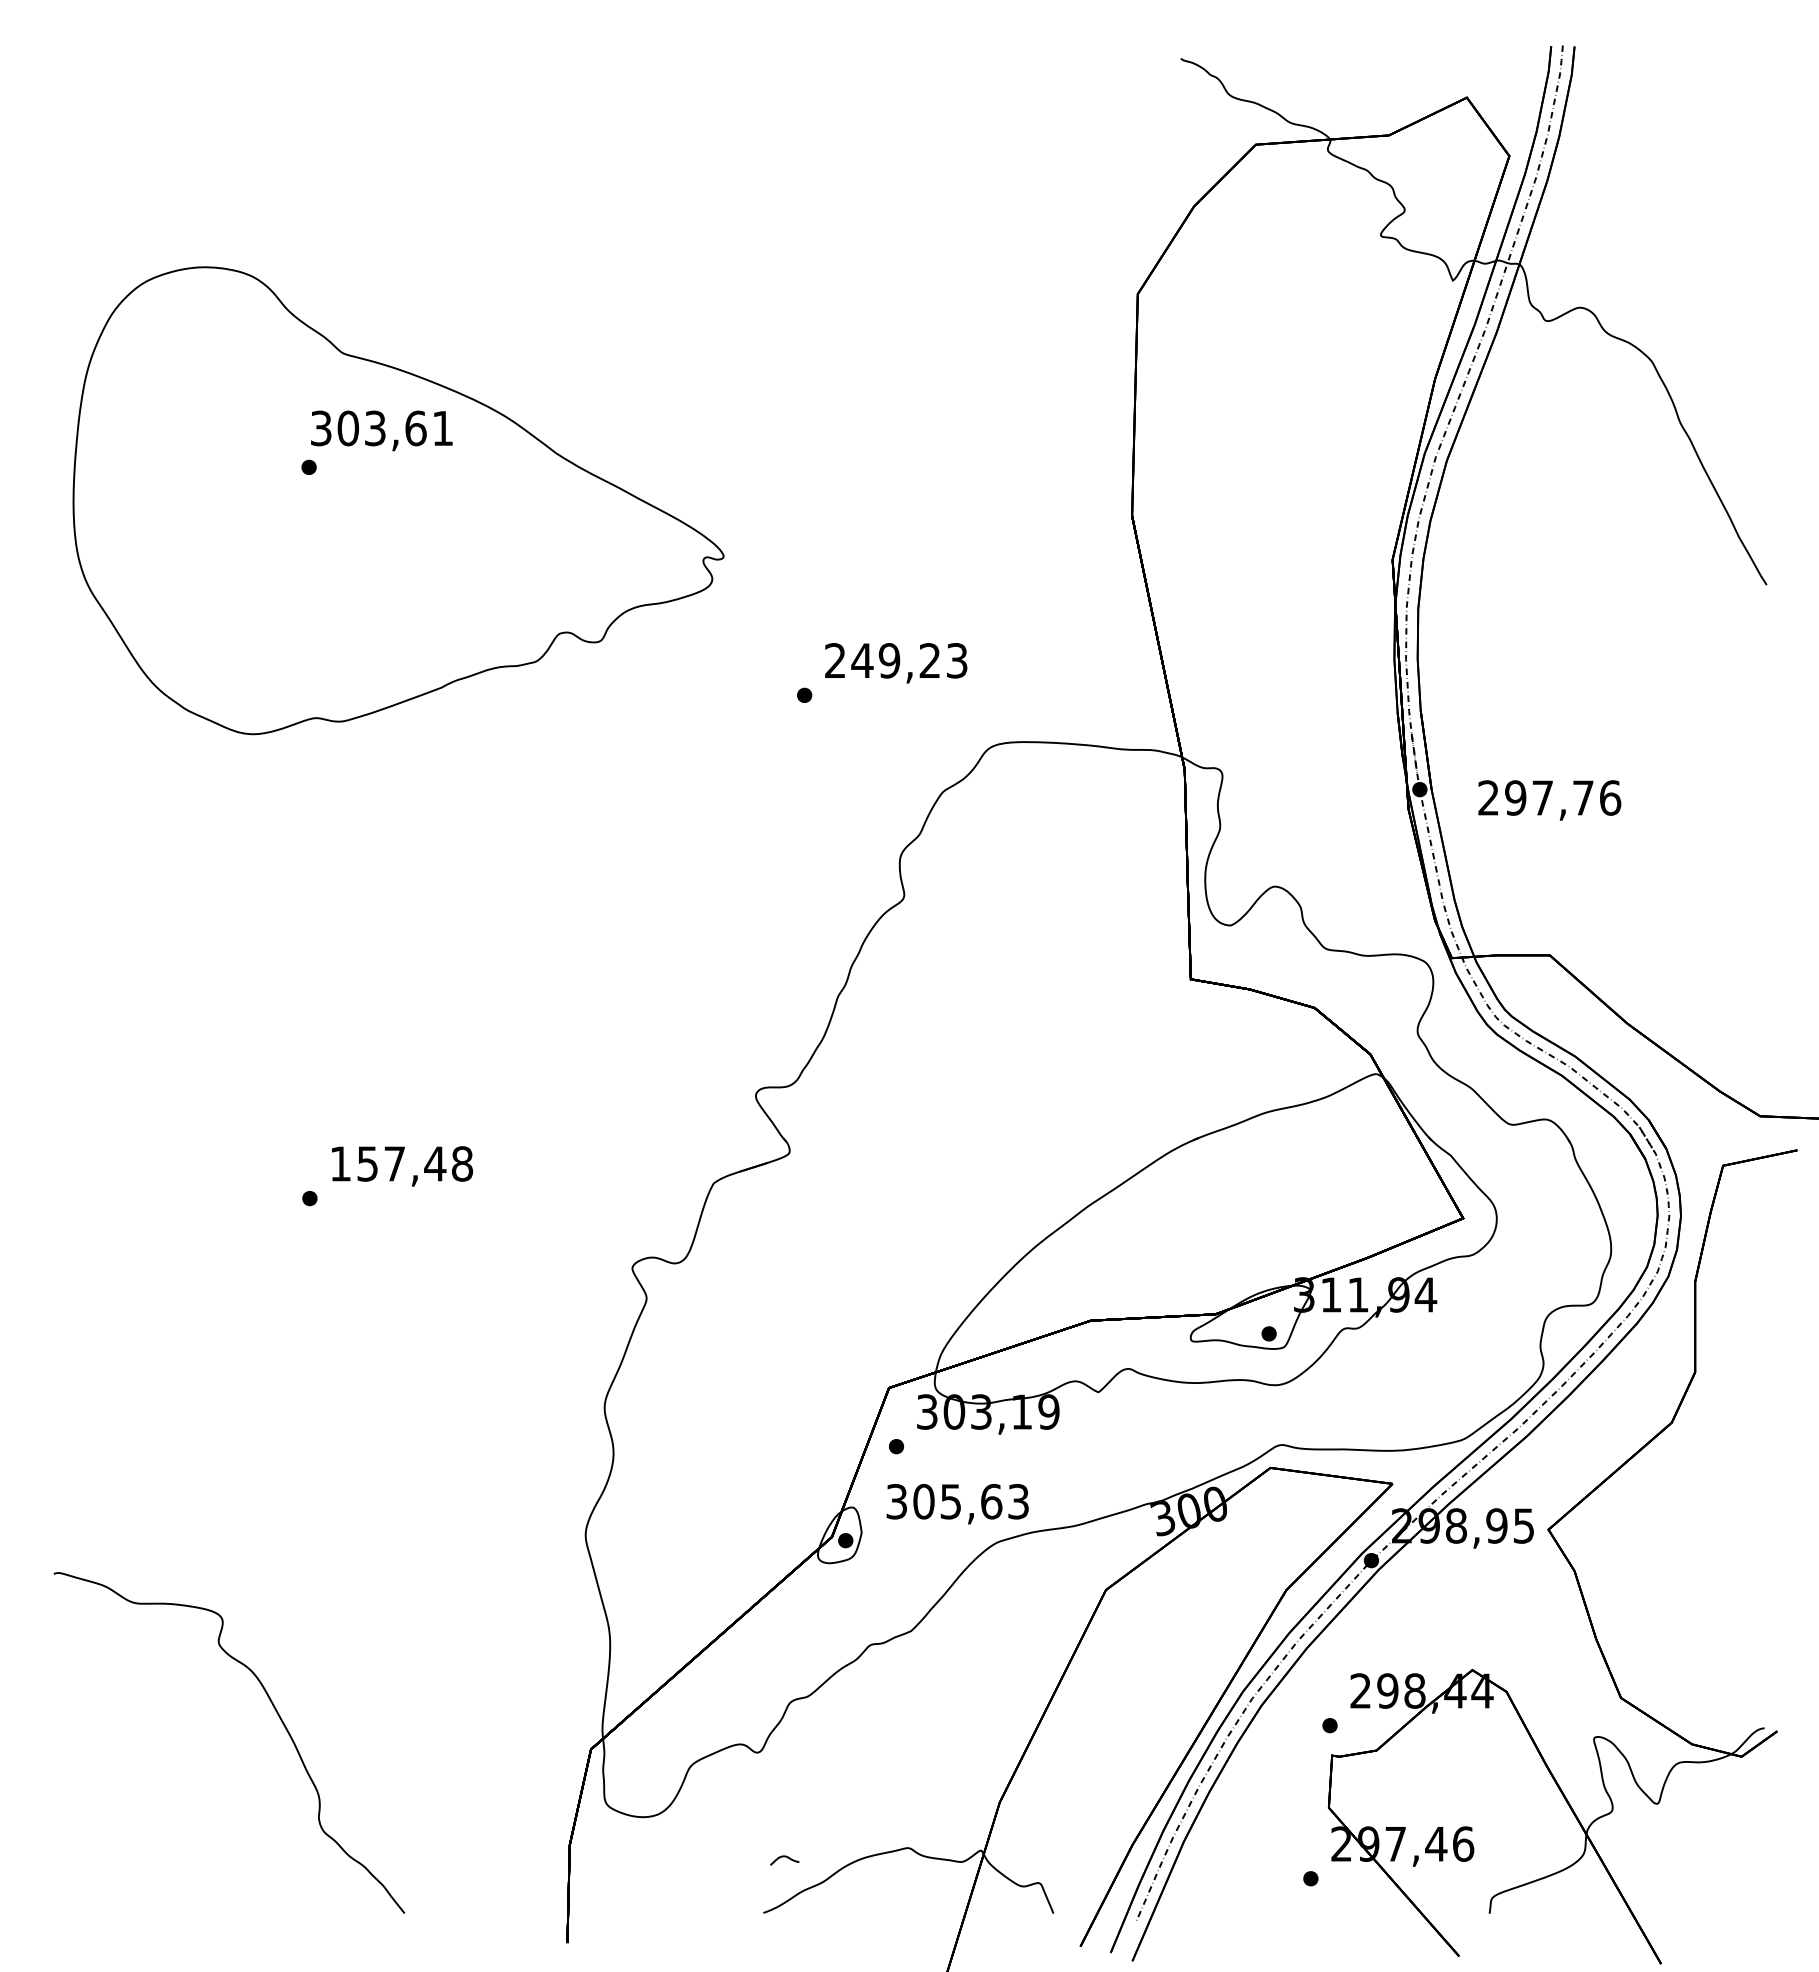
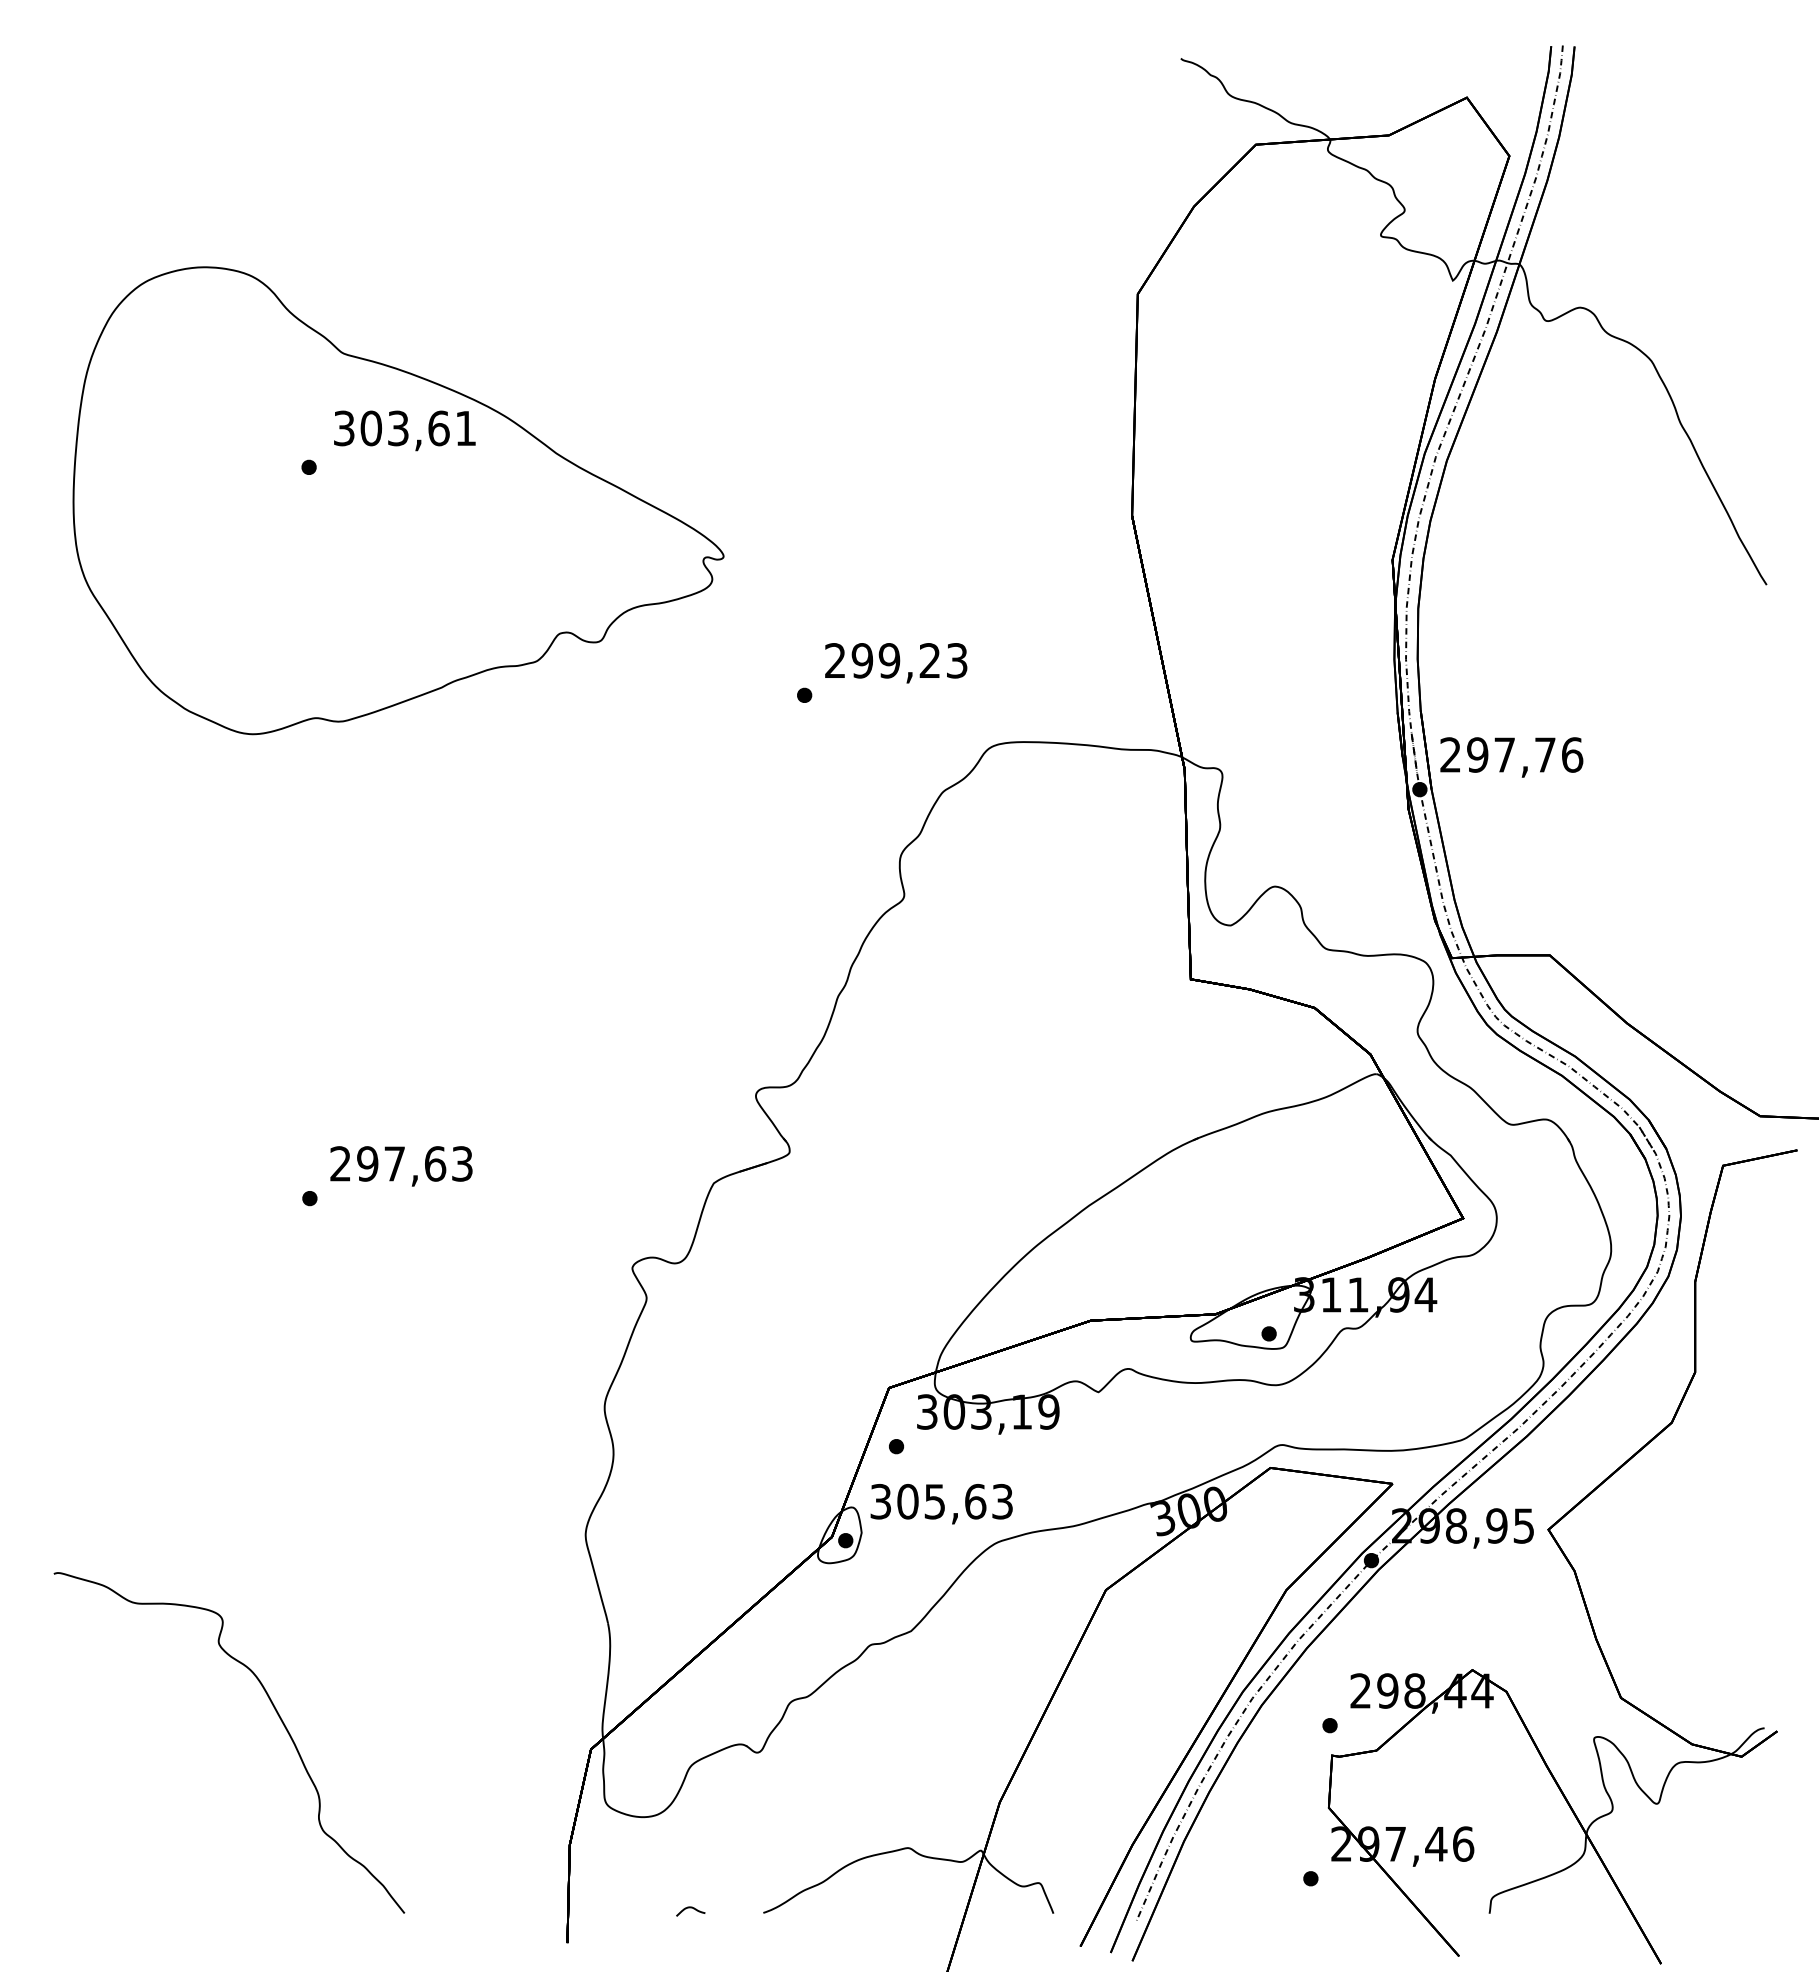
text at (381, 430) position: (381, 430) -> (404, 430)
text at (862, 660): 249,23 -> 299,23
text at (1549, 800) position: (1549, 800) -> (1511, 757)
text at (401, 1163): 157,48 -> 297,63
text at (957, 1504) position: (957, 1504) -> (941, 1504)
curve at (784, 1857) position: (784, 1857) -> (690, 1908)
